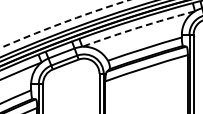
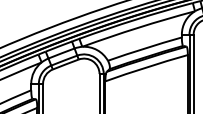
arc at (63, 22): dashed -> solid
arc at (138, 27): dashed -> solid
